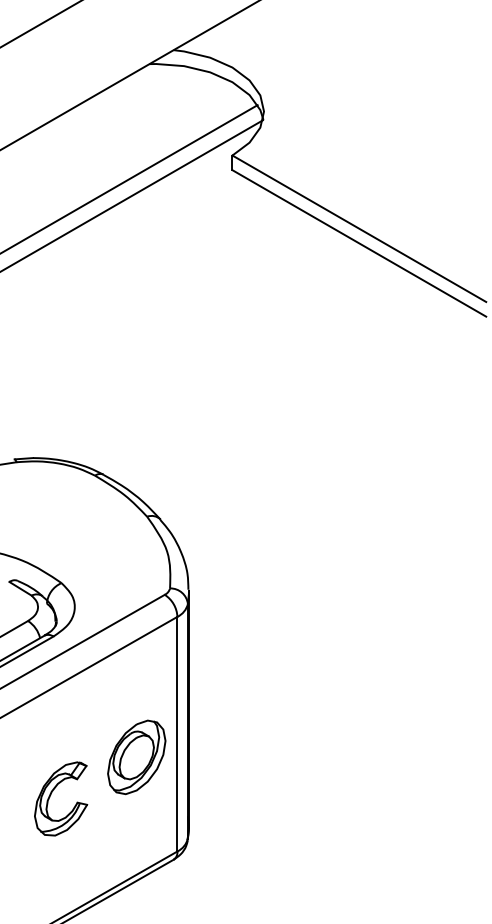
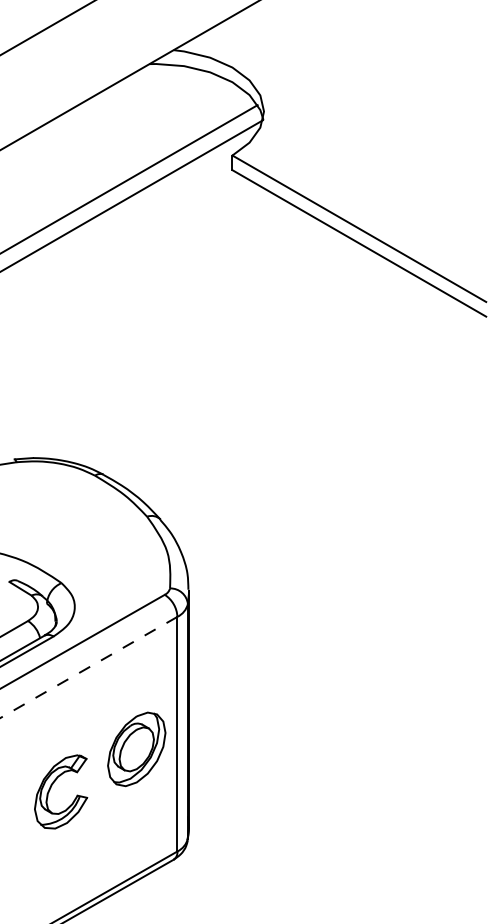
line at (40, 24) position: (40, 24) -> (47, 28)
line at (88, 667): solid -> dashed
part at (136, 757) position: (136, 757) -> (136, 749)
part at (51, 795) position: (51, 795) -> (51, 788)
